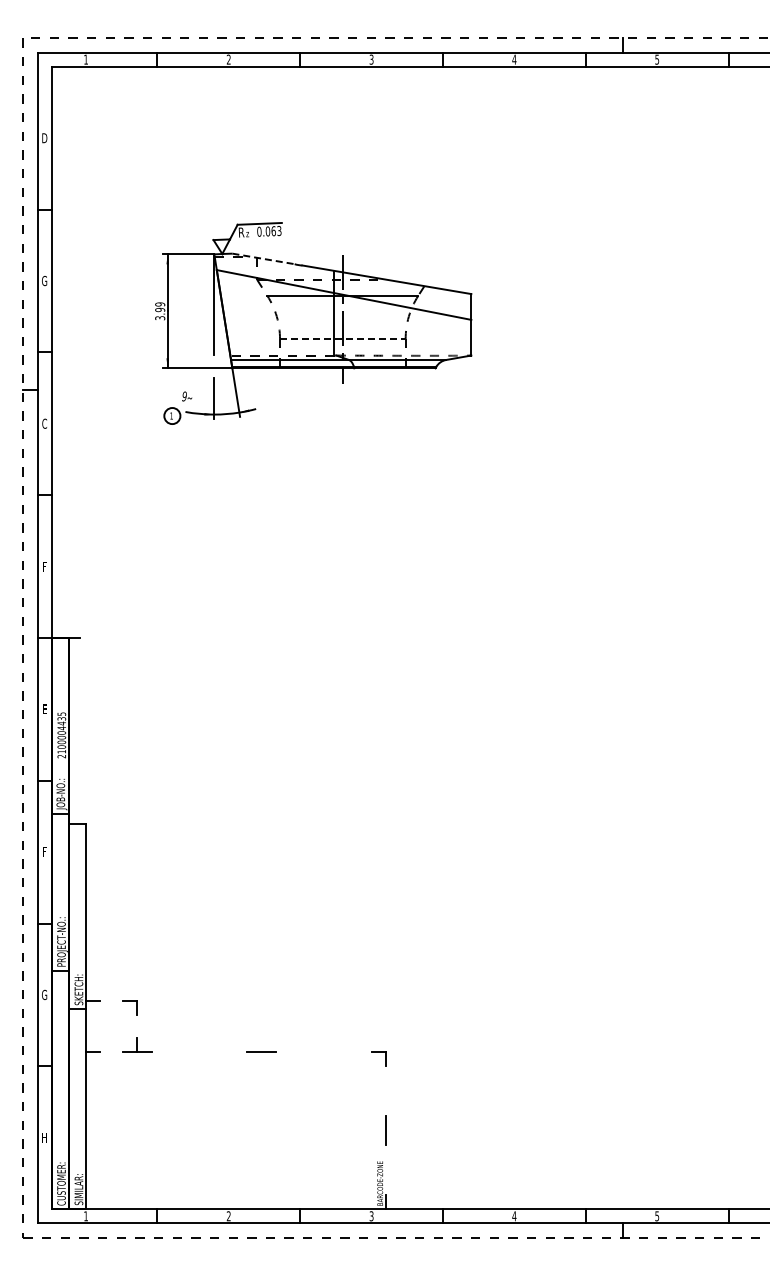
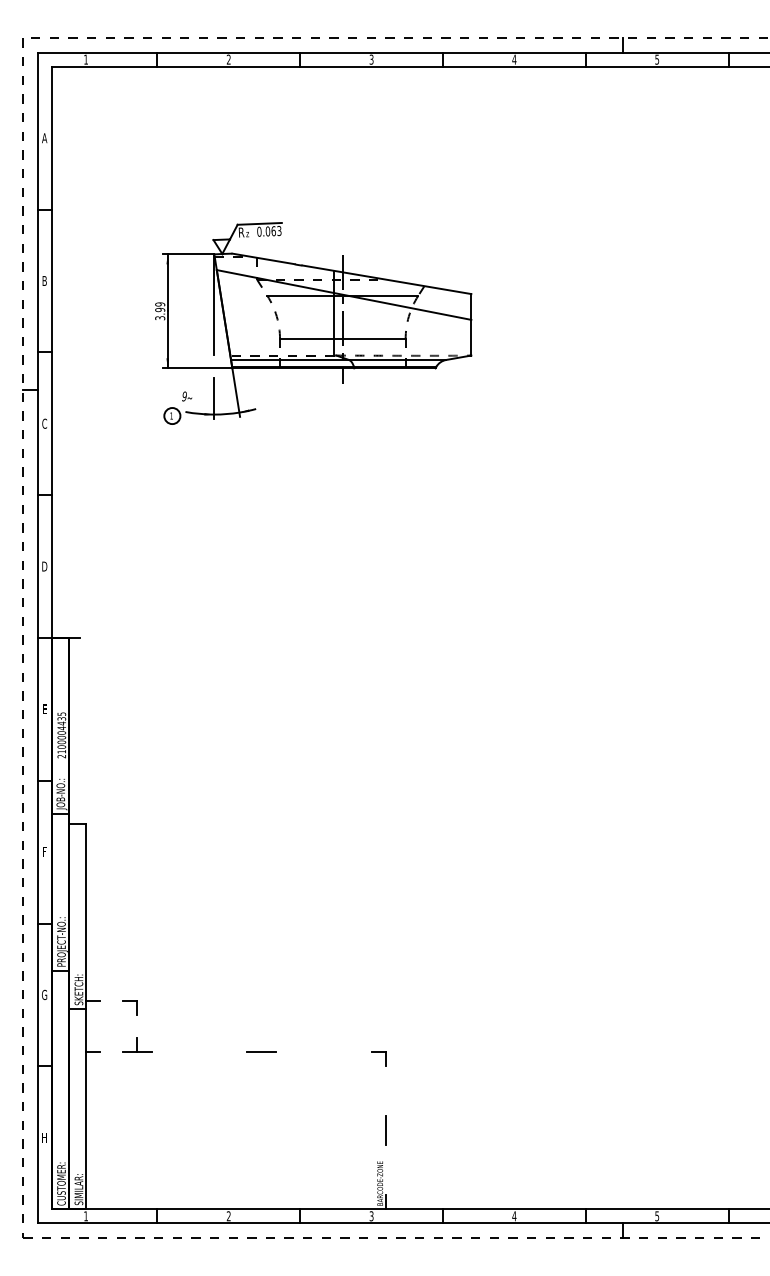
text at (44, 138): D -> A
line at (263, 258): dashed -> solid
text at (44, 280): G -> B
line at (342, 338): dashed -> solid
text at (44, 566): F -> D
